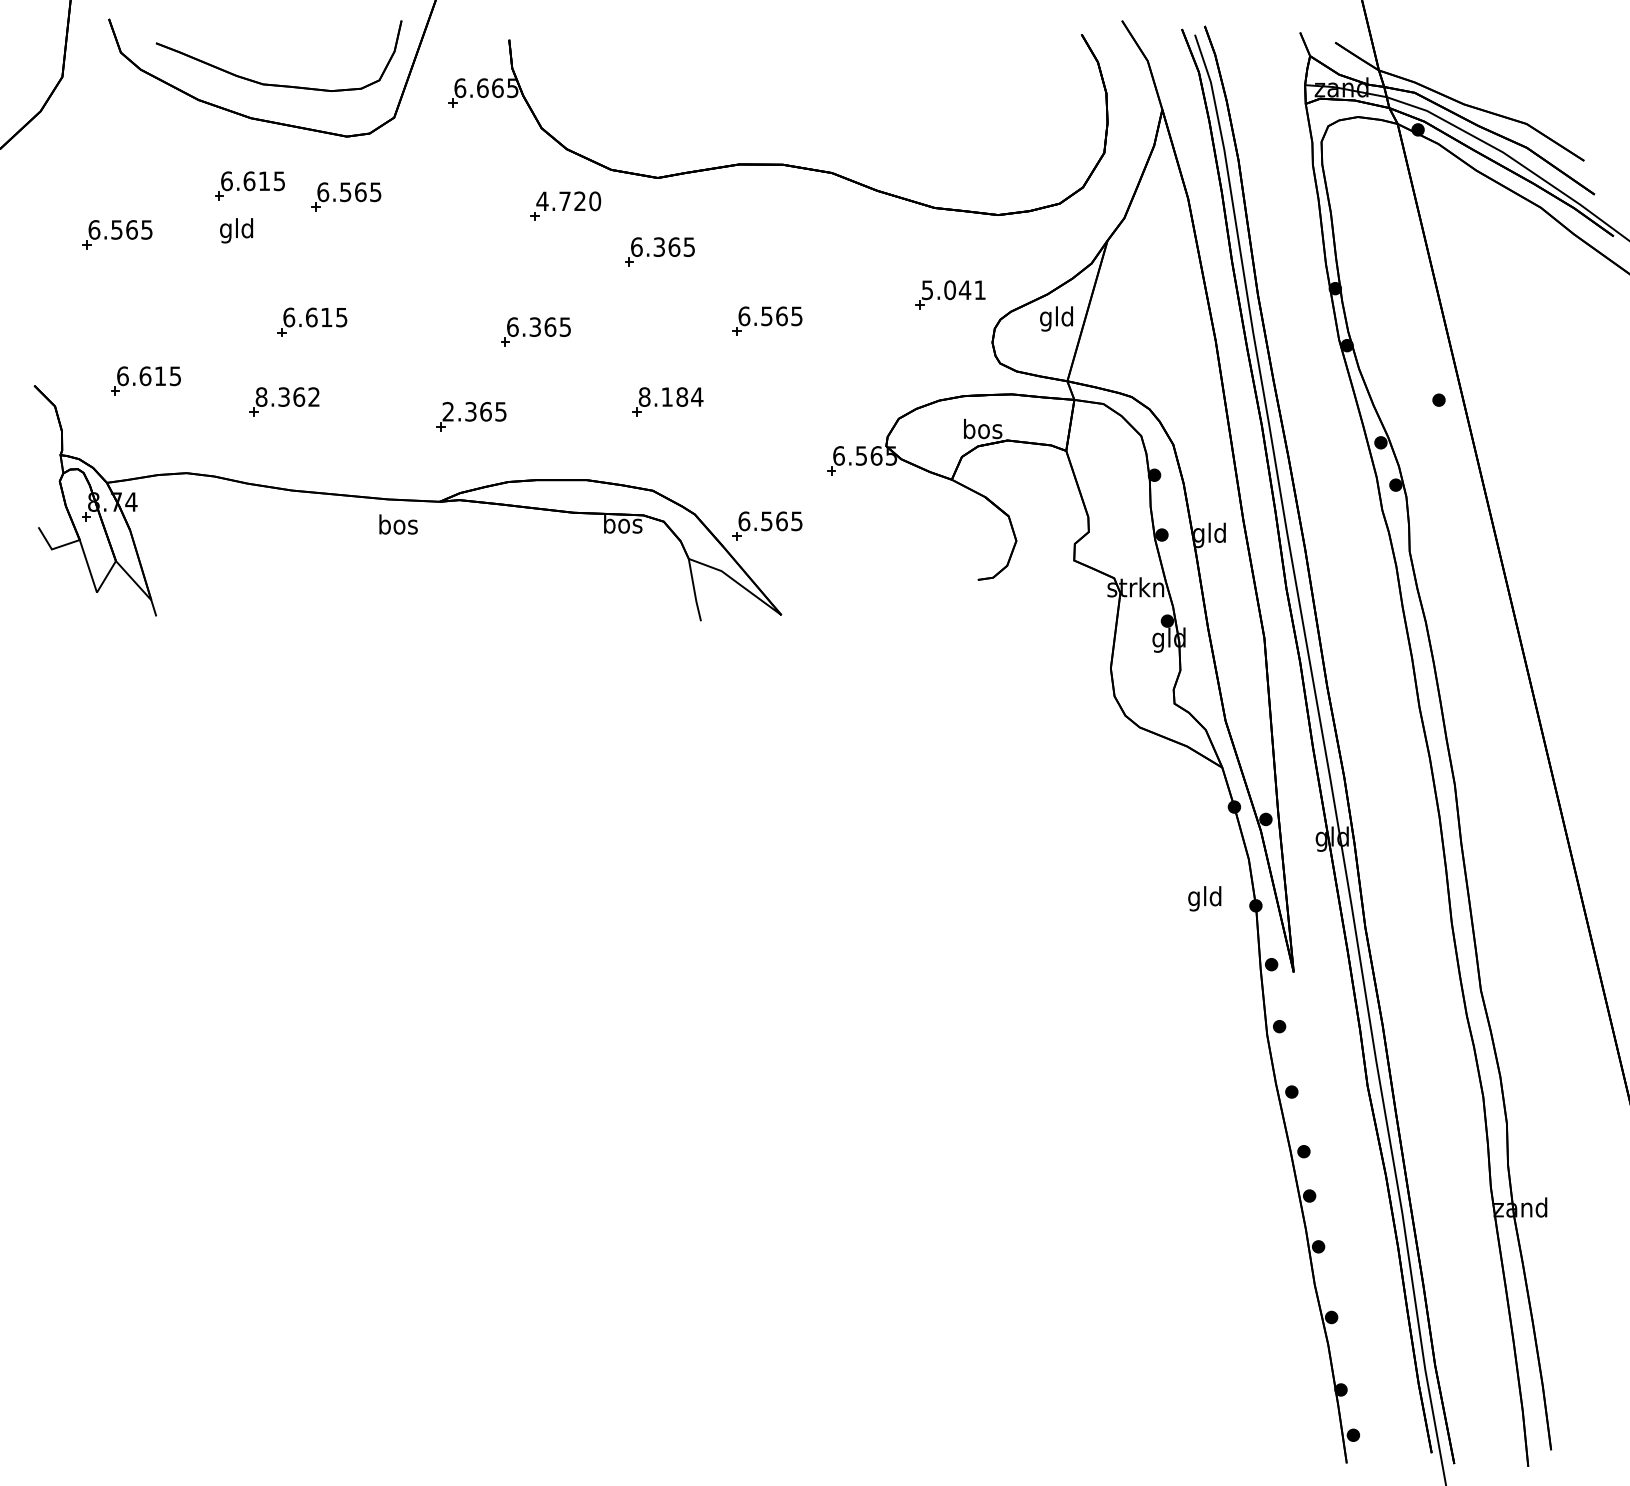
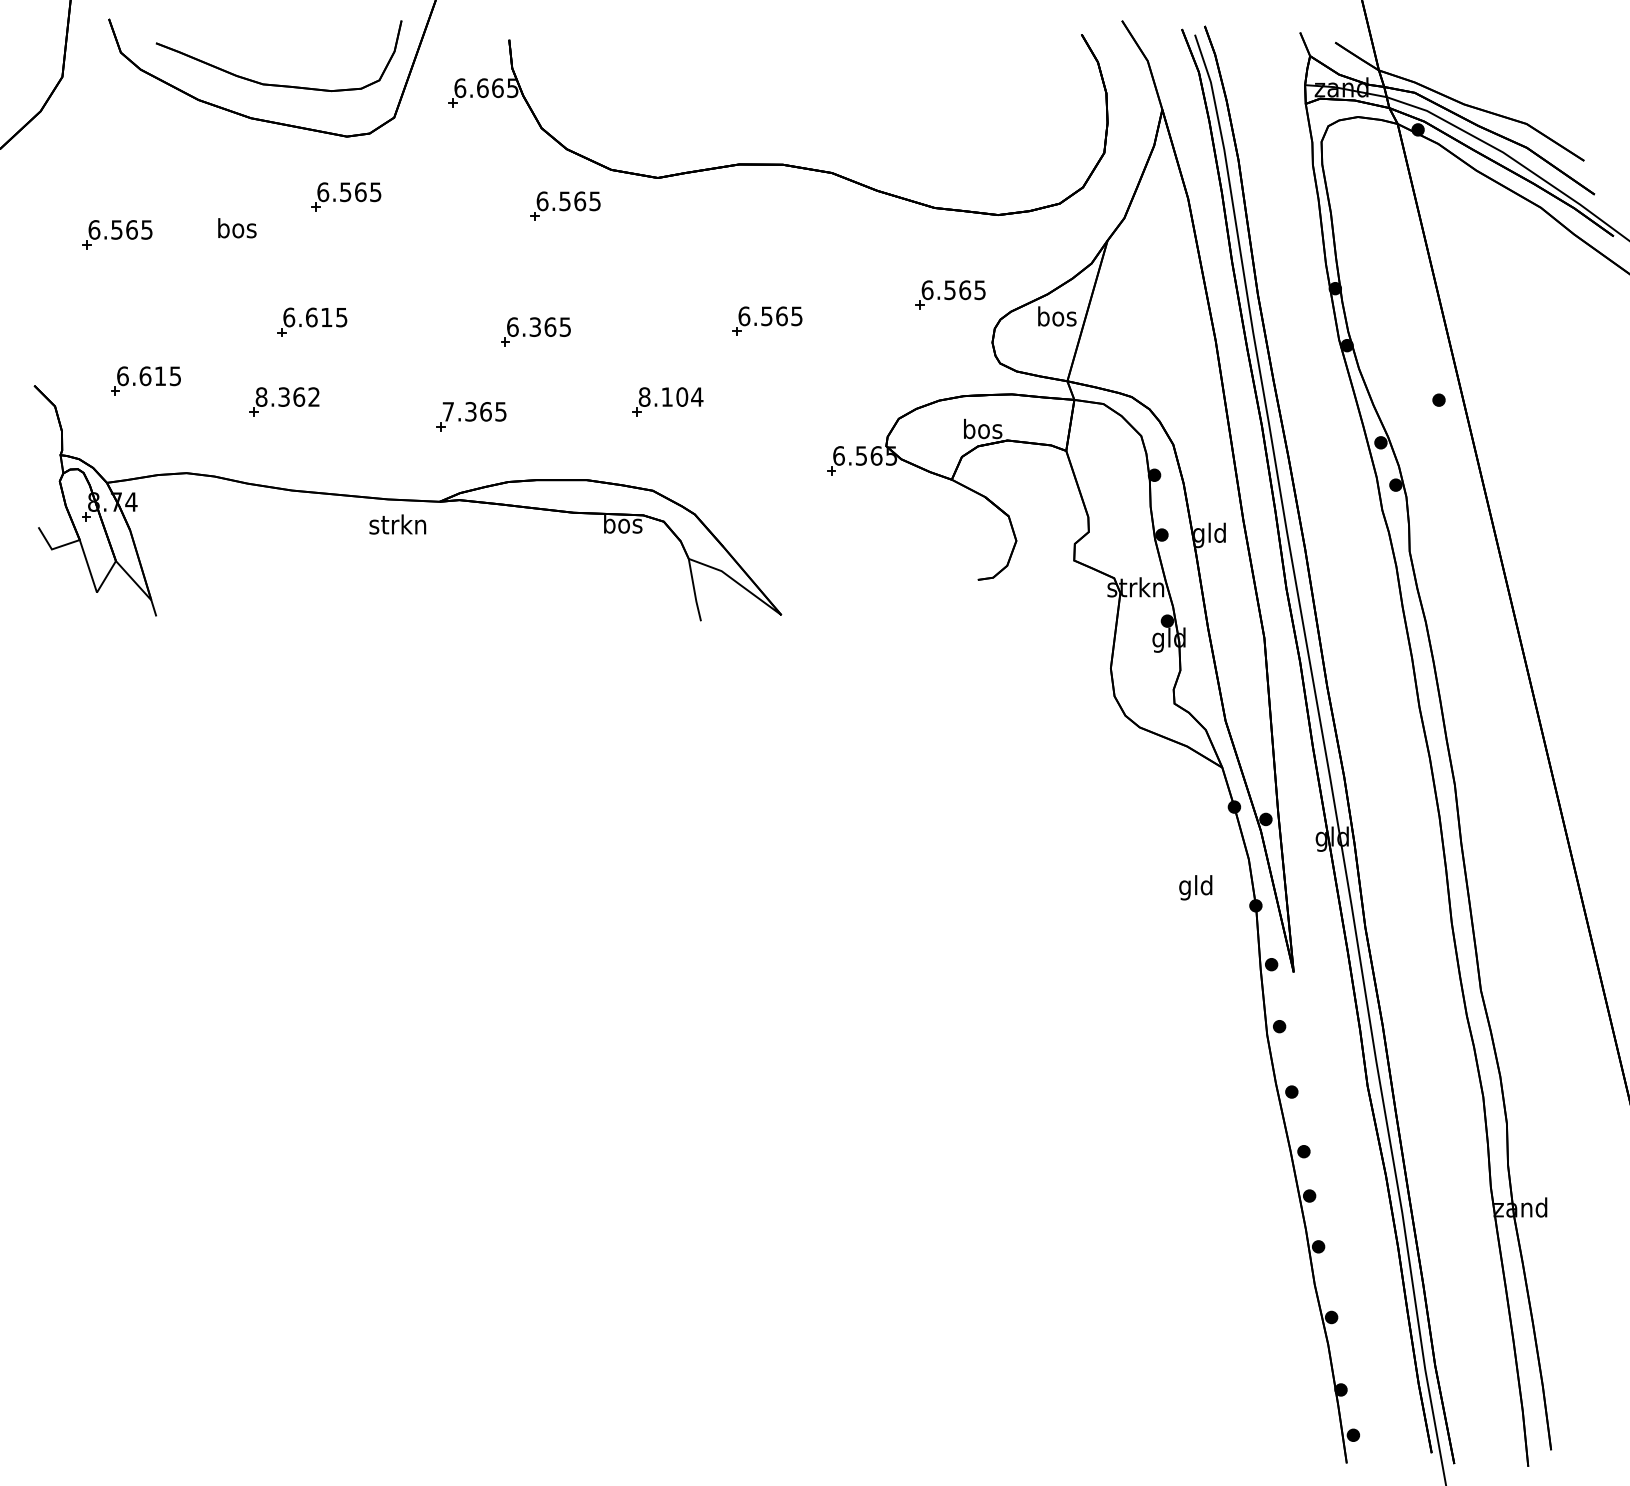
part at (249, 185): present -> none
text at (568, 201): 4.720 -> 6.565
text at (237, 230): gld -> bos
part at (659, 251): present -> none
text at (953, 290): 5.041 -> 6.565
text at (1057, 318): gld -> bos
text at (682, 396): 8.184 -> 8.104
text at (447, 411): 2.365 -> 7.365
text at (397, 524): bos -> strkn
part at (767, 525): present -> none
text at (1204, 898) position: (1204, 898) -> (1195, 887)
